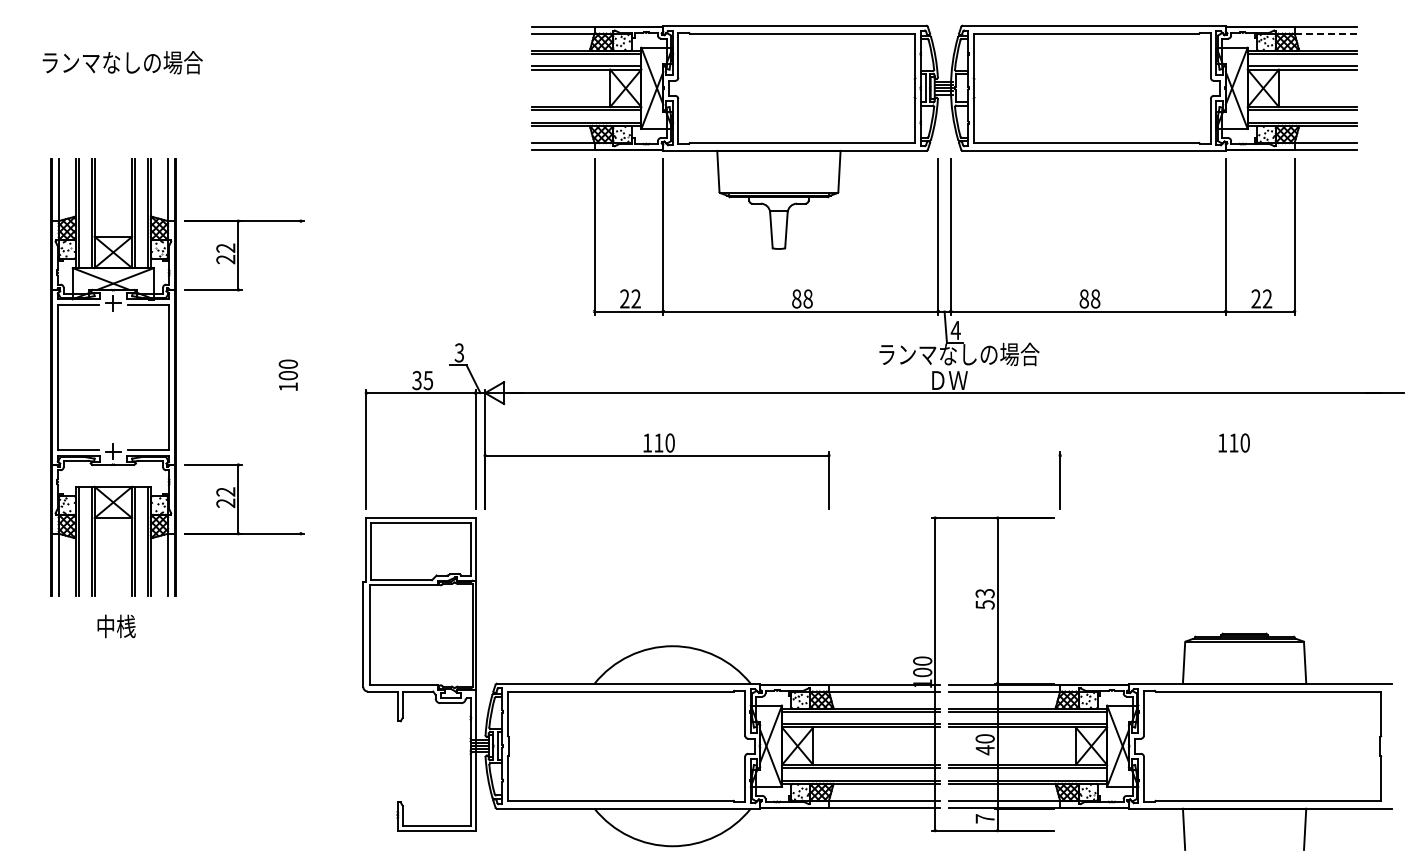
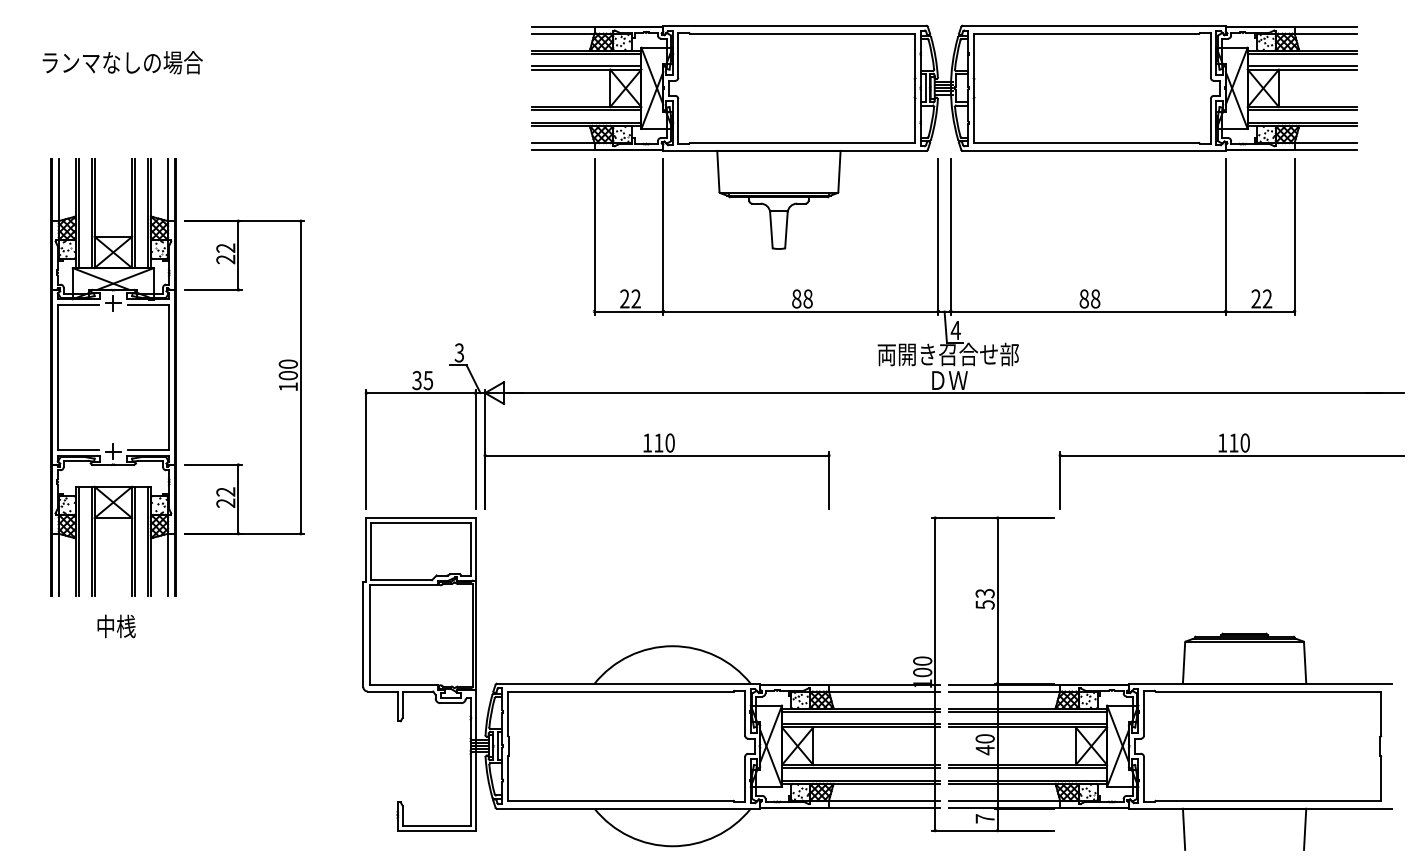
line at (1325, 33): dashed -> solid
text at (958, 354): ランマなしの場合 -> 両開き召合せ部
line at (300, 377): none -> present
line at (1231, 455): none -> present
